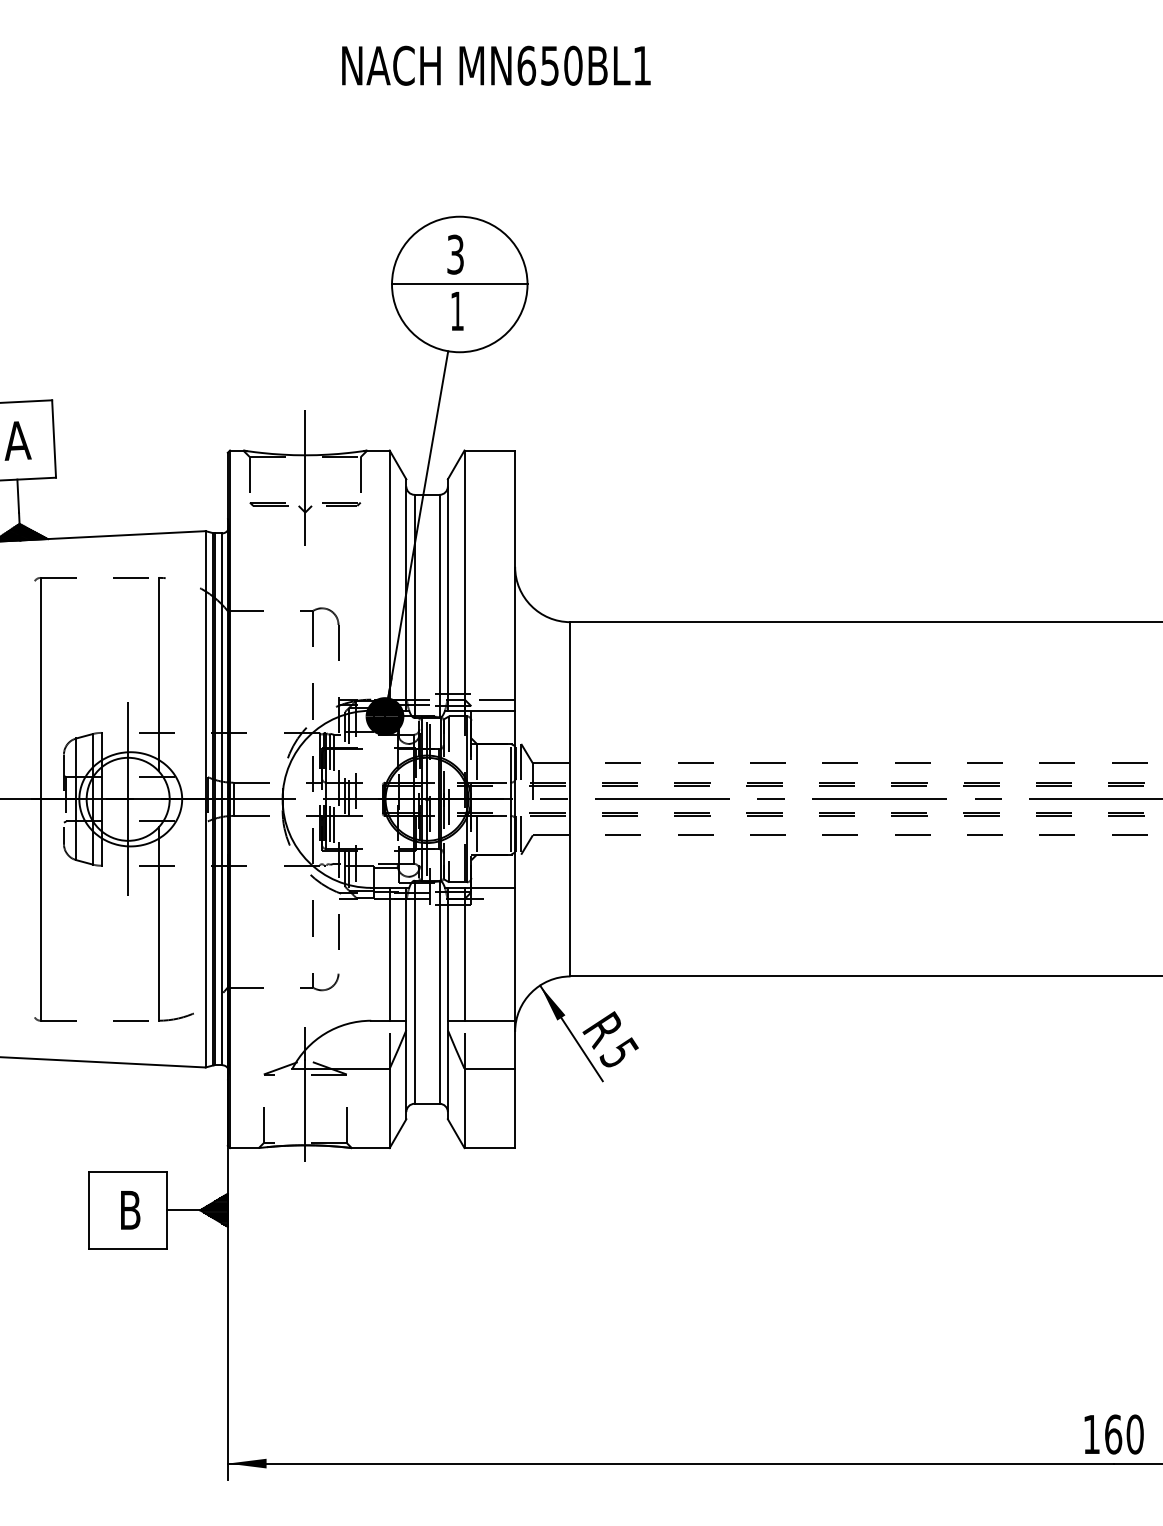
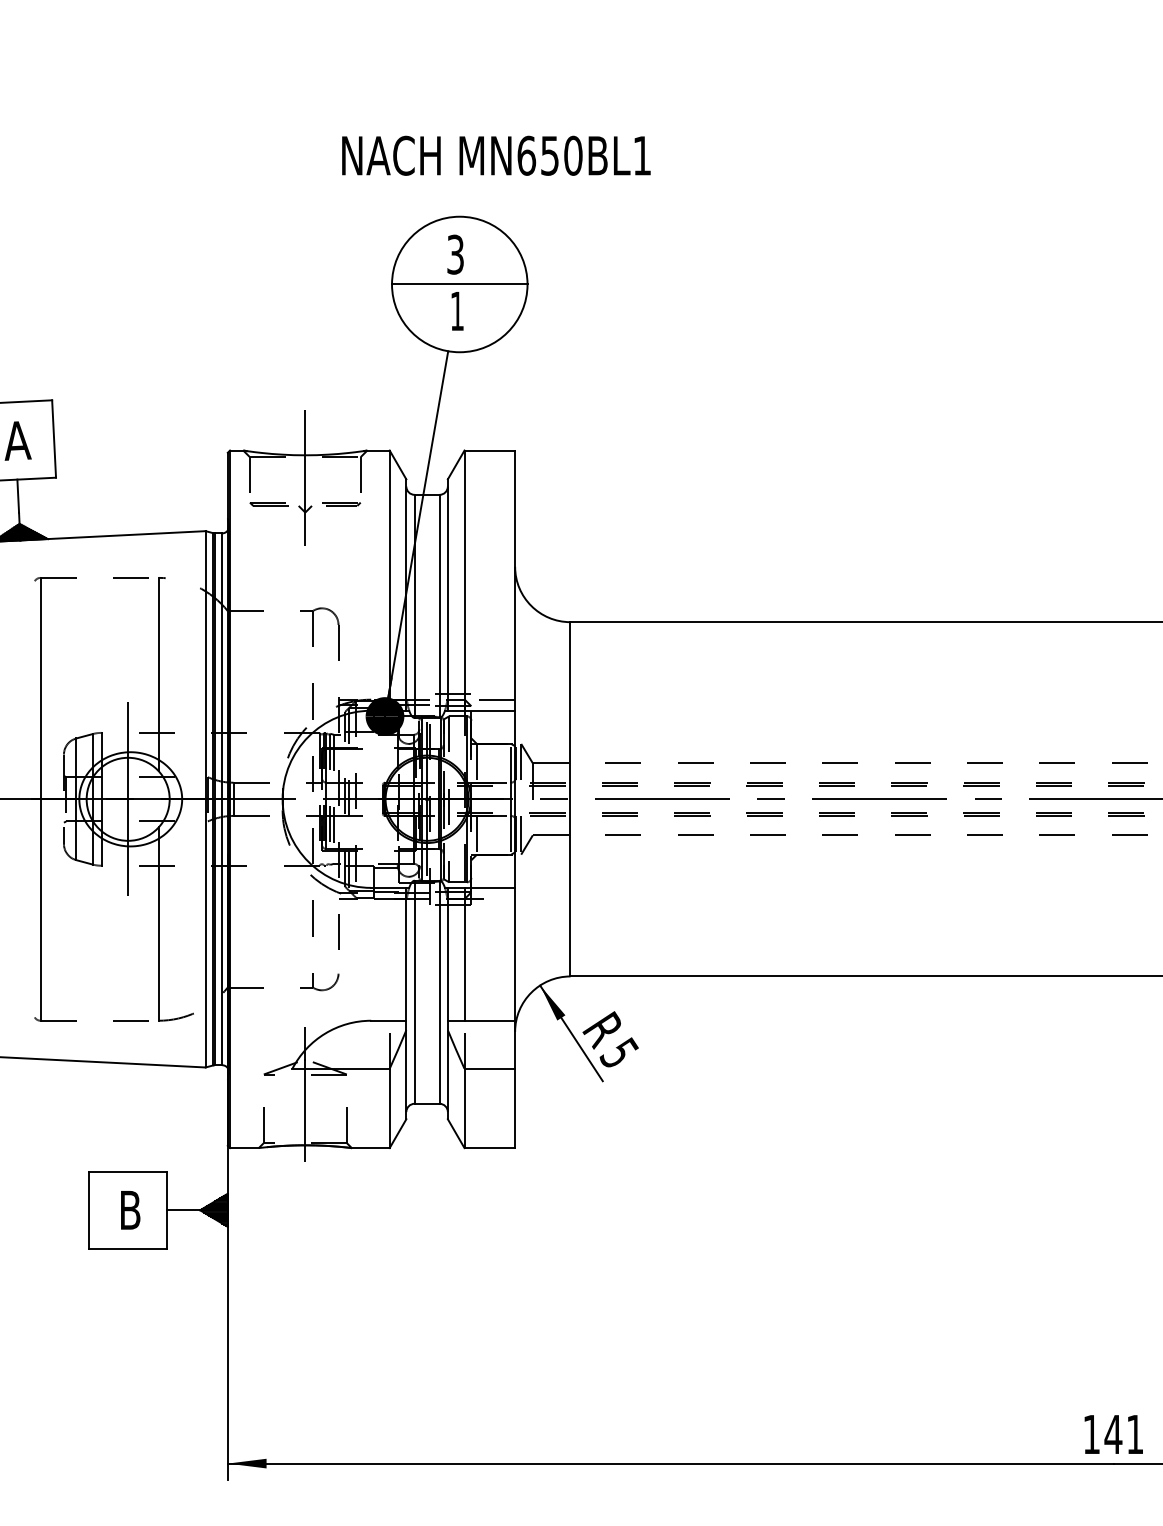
text at (496, 65) position: (496, 65) -> (496, 155)
line at (389, 953): present -> none
text at (1123, 1434): 160 -> 141
